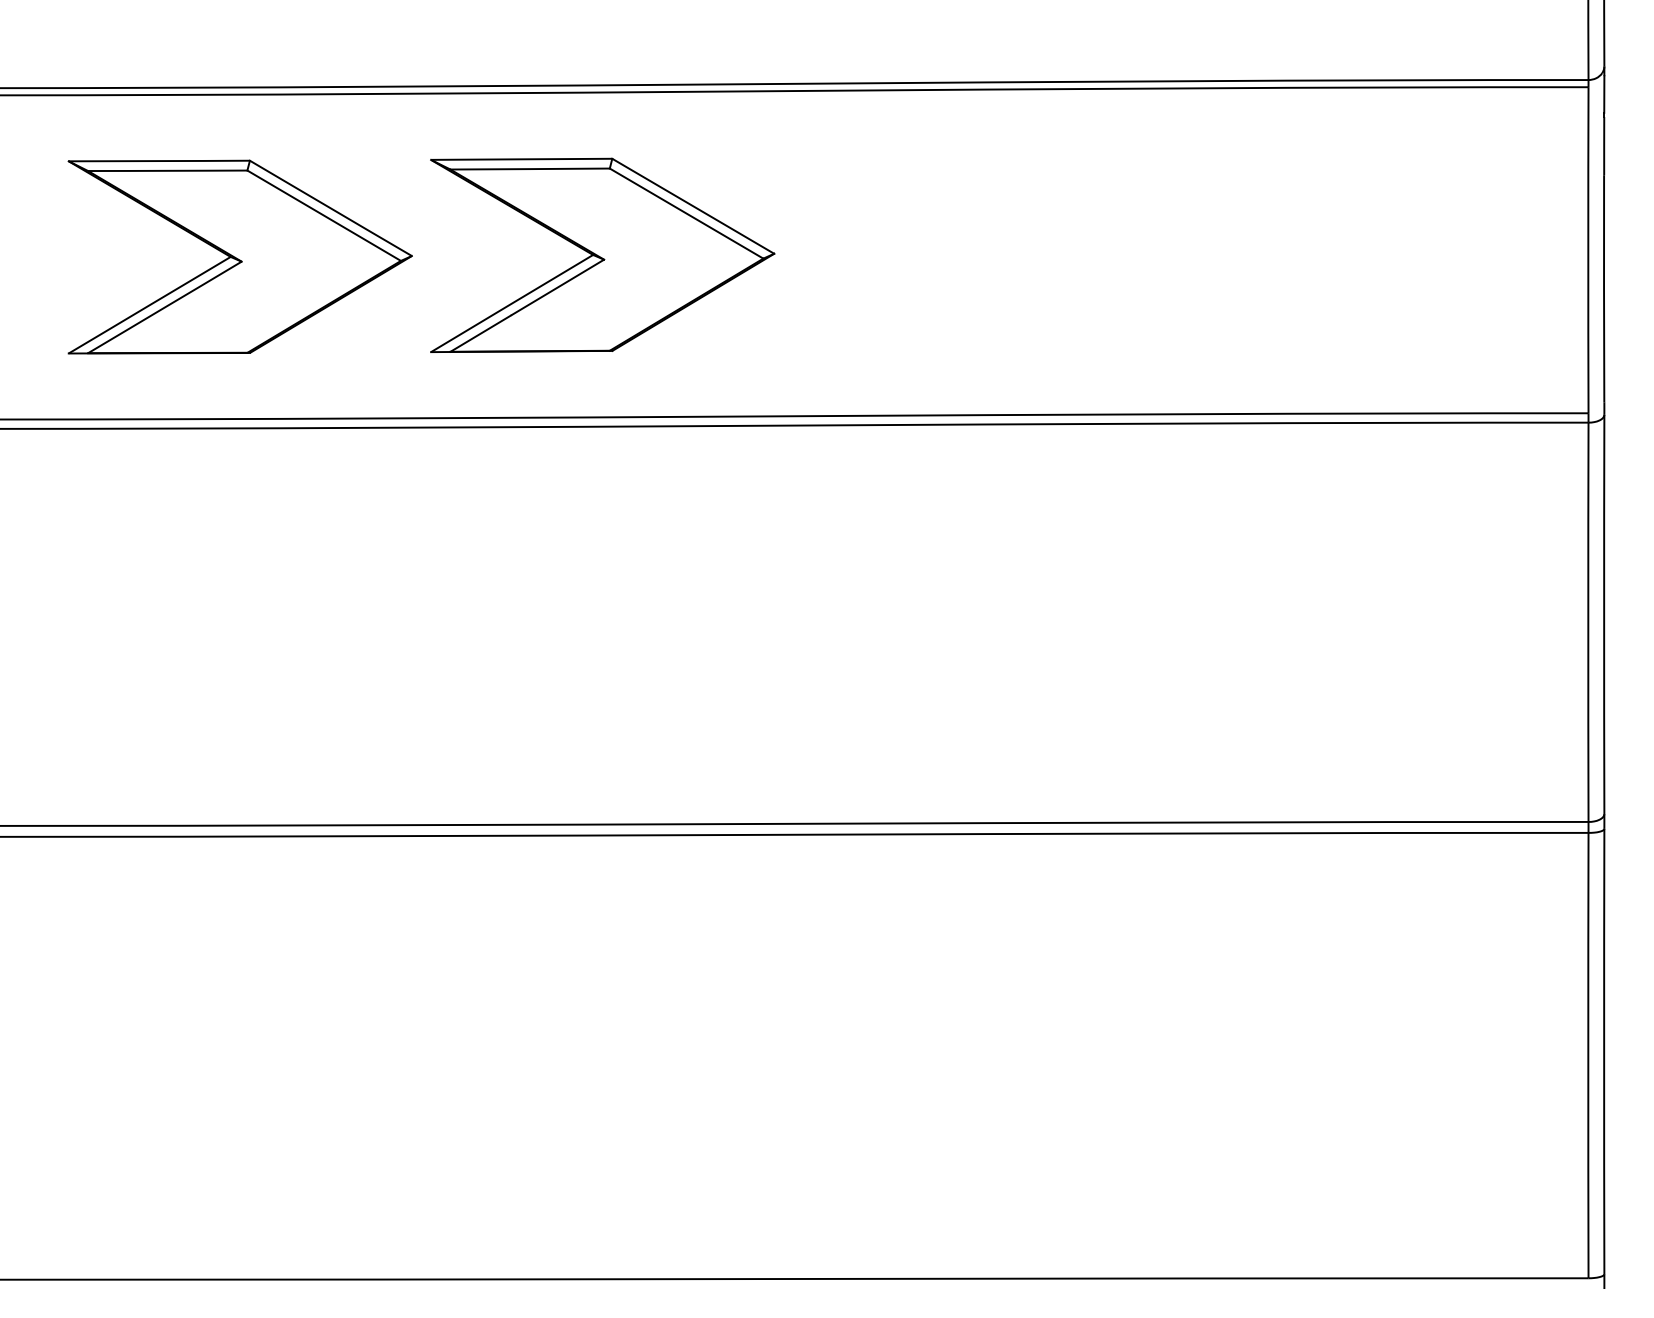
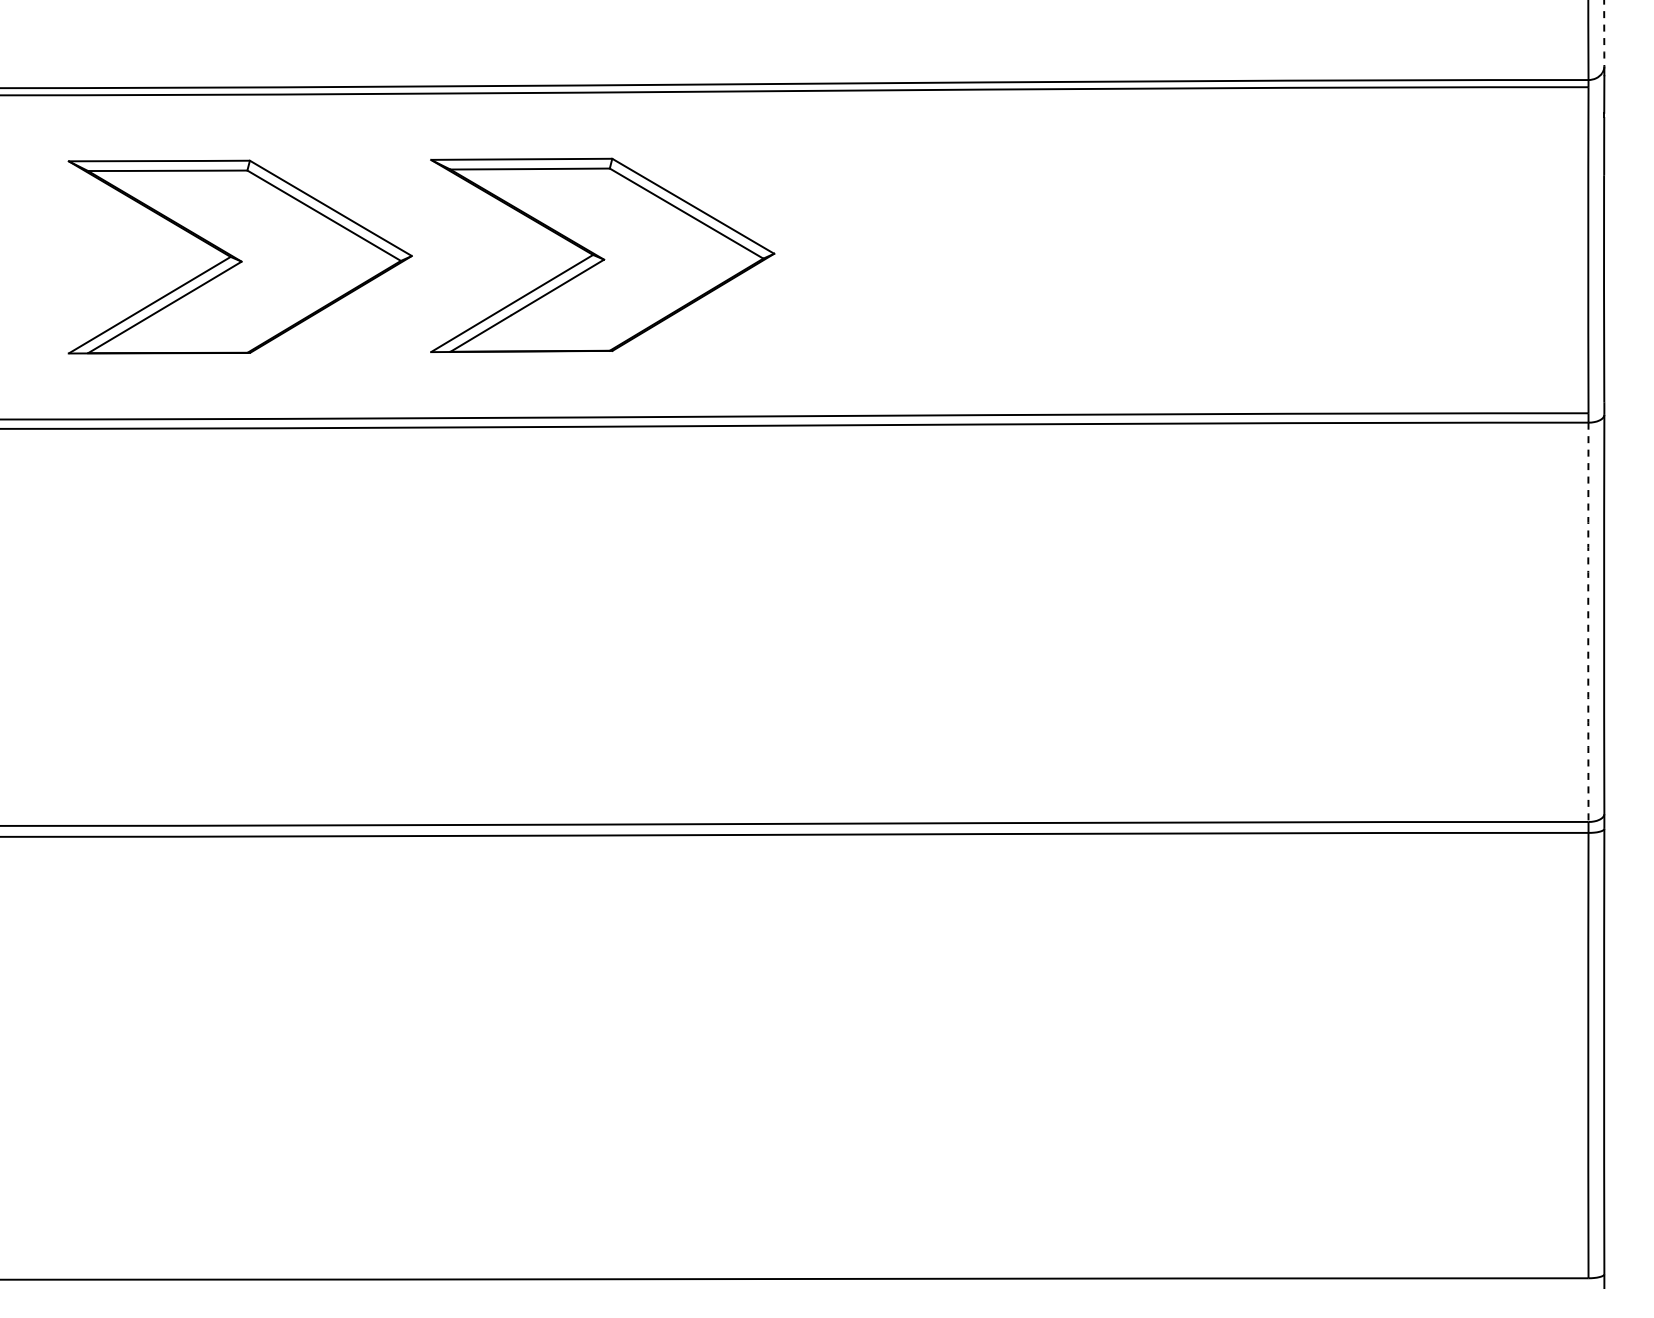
arc at (1604, 33): solid -> dashed
arc at (1588, 622): solid -> dashed
